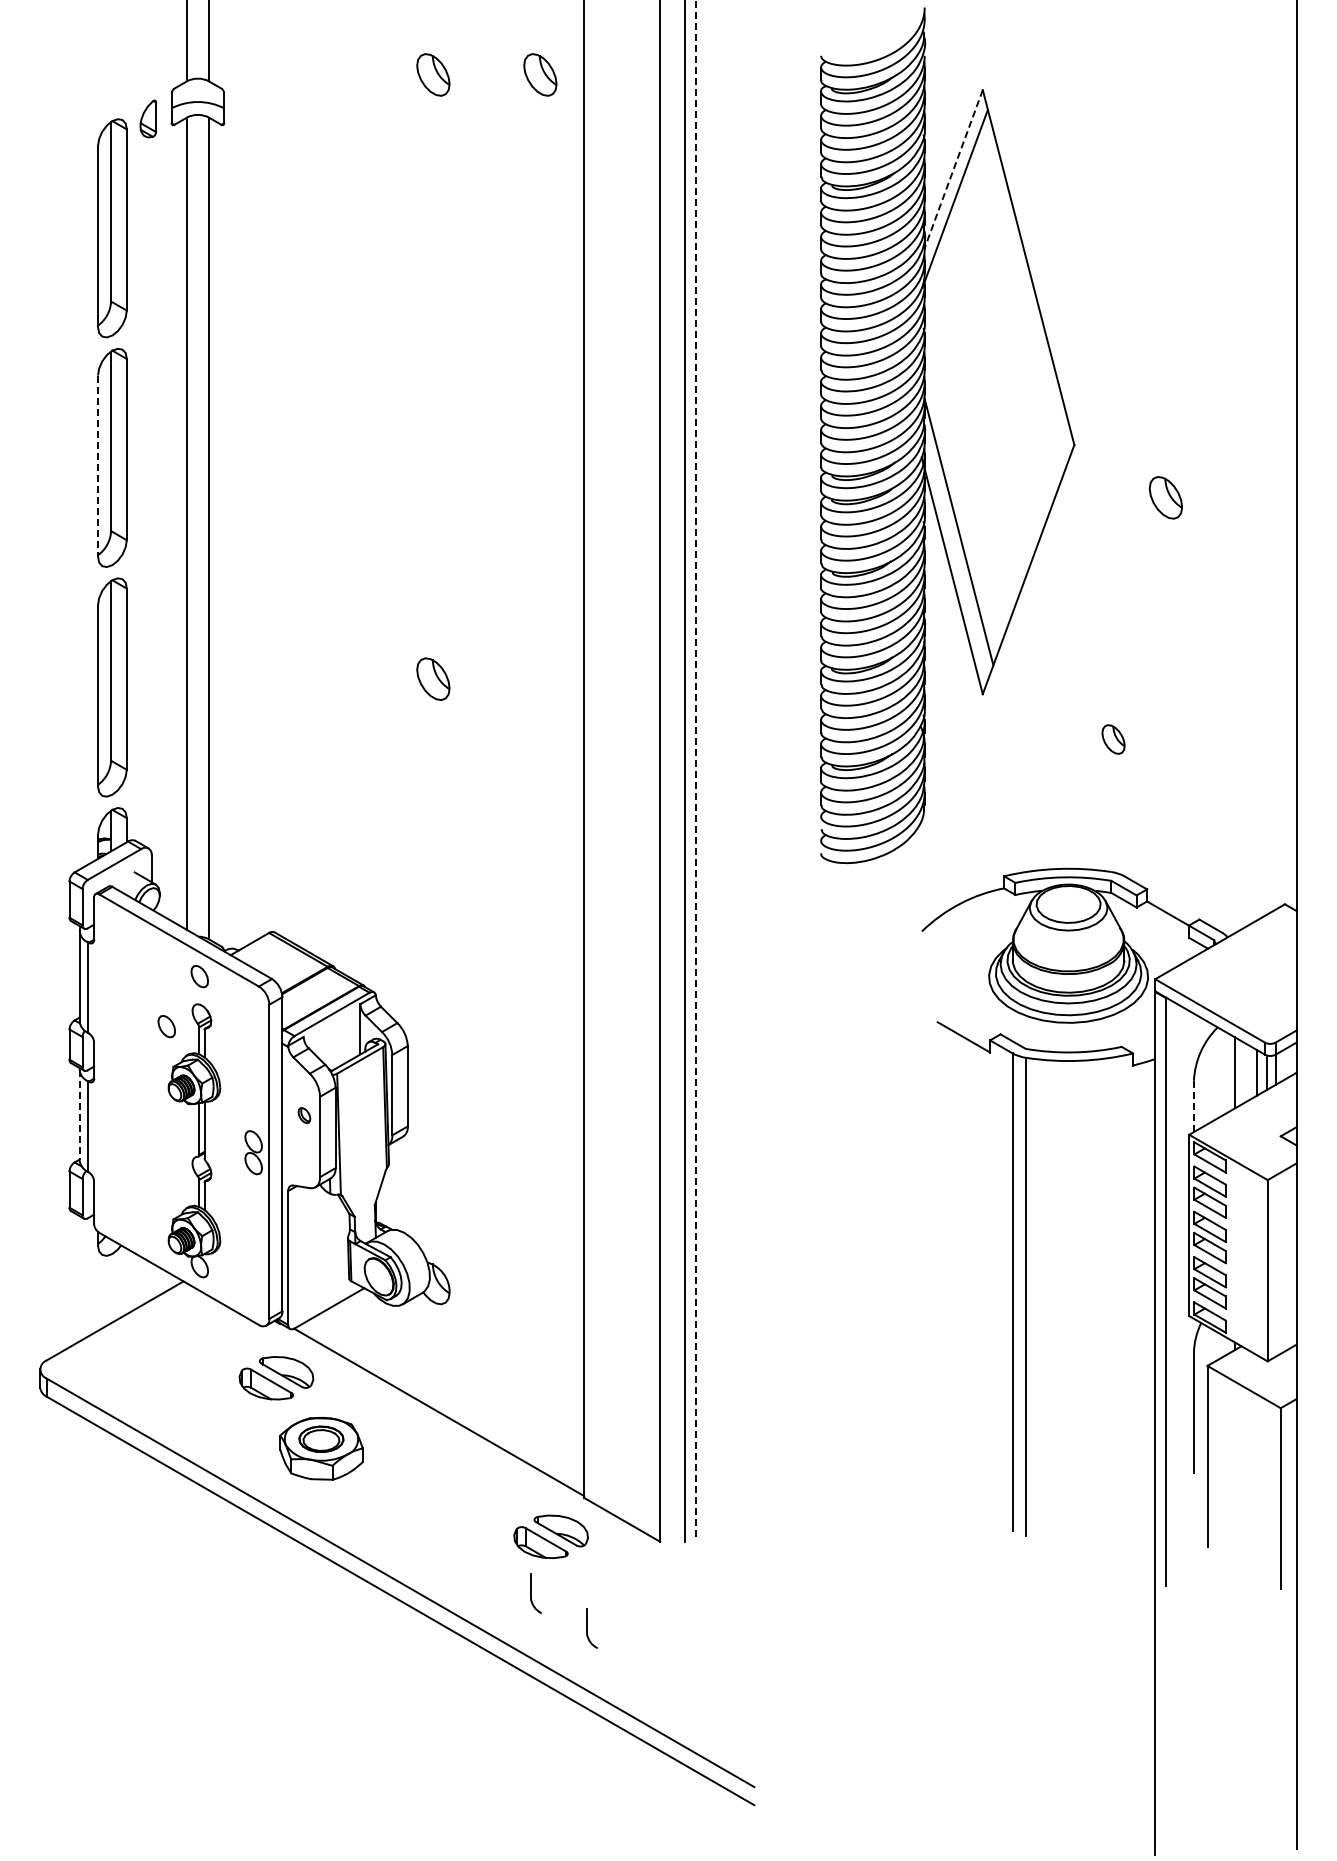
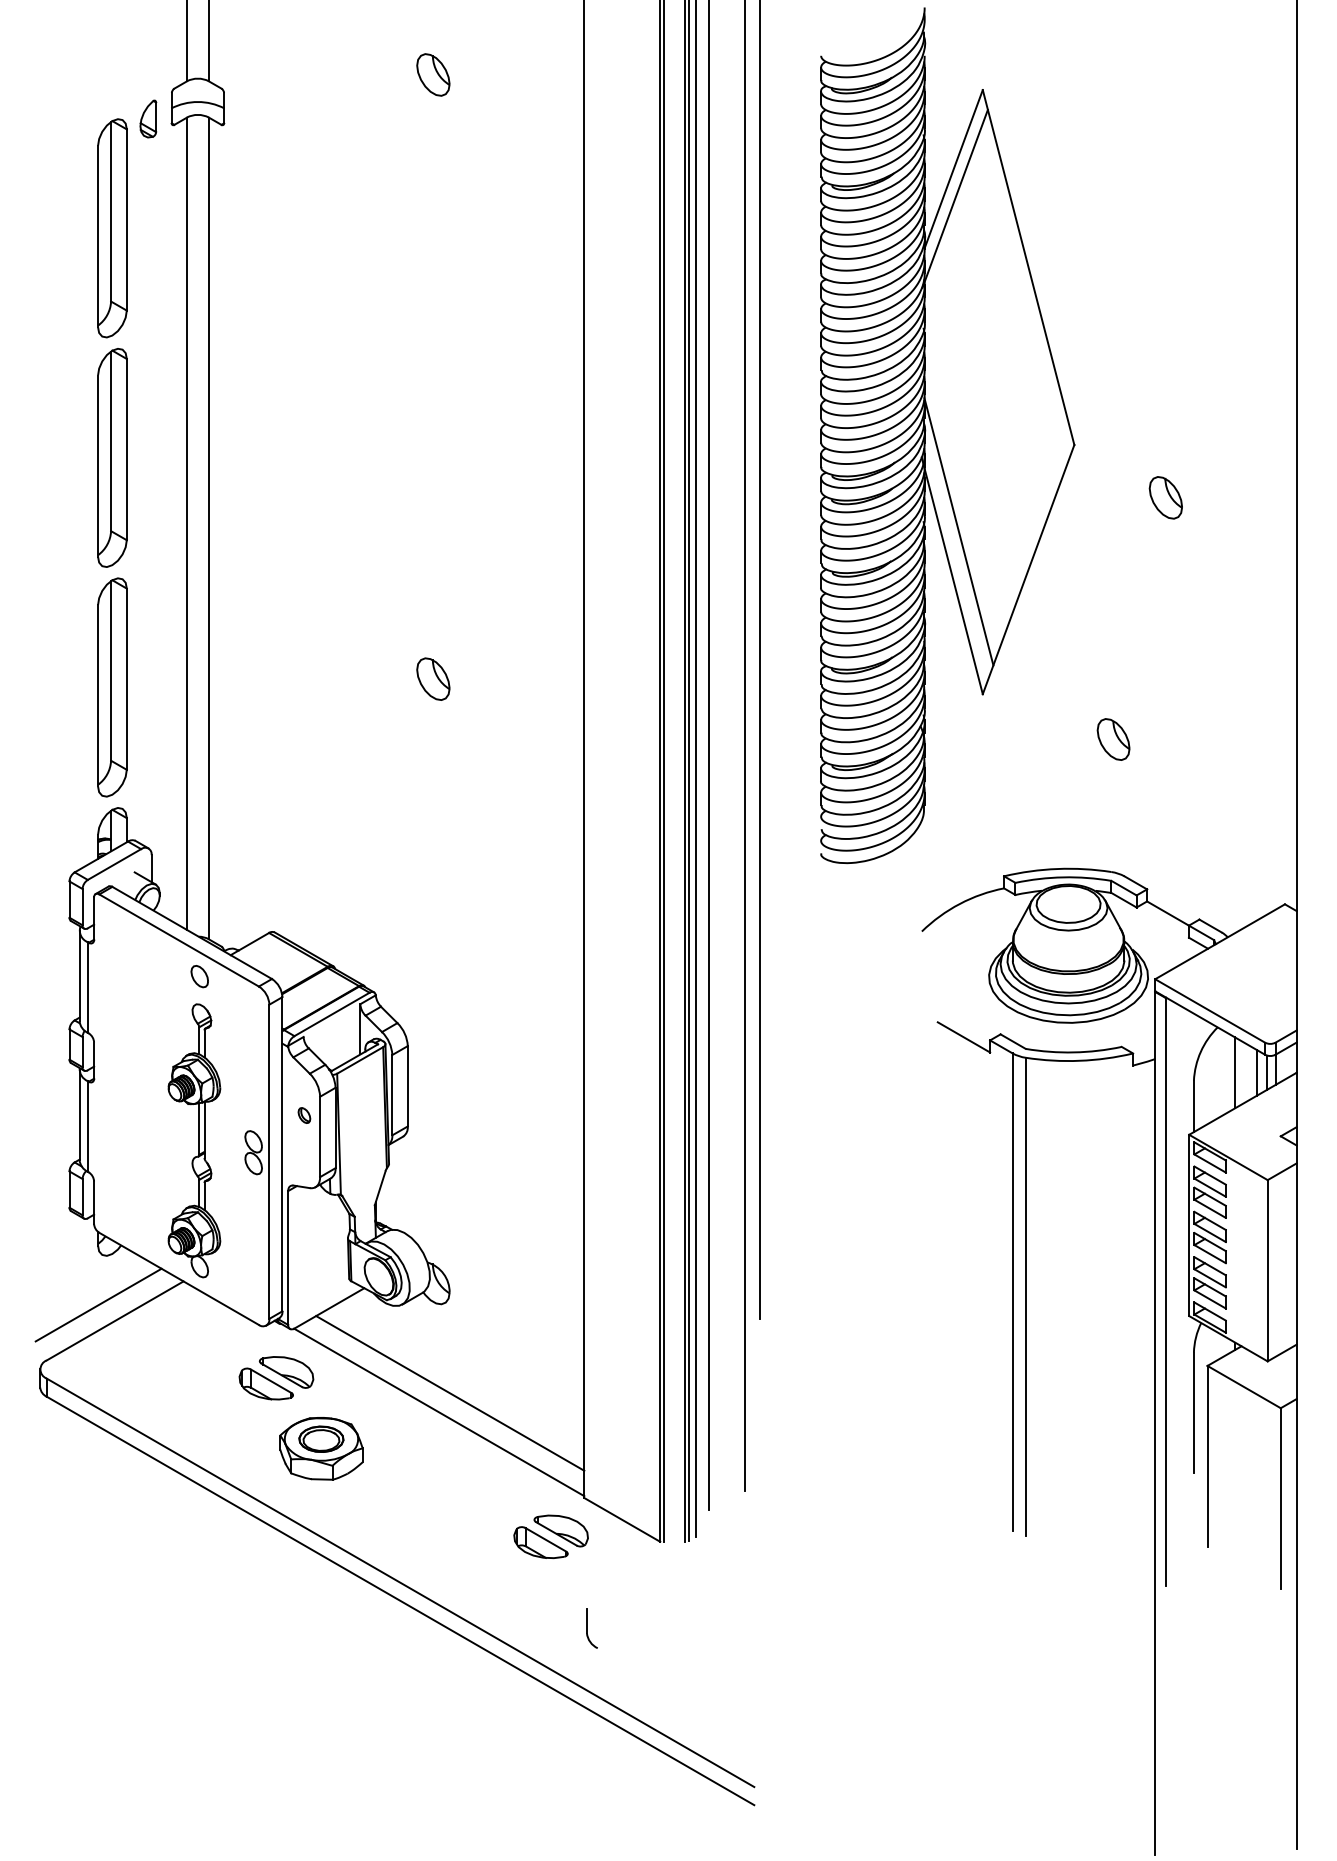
part at (540, 74): present -> none
line at (953, 169): dashed -> solid
line at (98, 466): dashed -> solid
line at (760, 660): none -> present
part at (1113, 739) size: 25x31 px -> 35x43 px
line at (744, 746): none -> present
line at (708, 755): none -> present
line at (695, 768): dashed -> solid
line at (664, 771): none -> present
line at (688, 771): none -> present
part at (166, 1026): present -> none
line at (1193, 1106): dashed -> solid
line at (79, 1115): dashed -> solid
line at (98, 1304): none -> present
line at (450, 1393): none -> present
part at (535, 1593): present -> none
